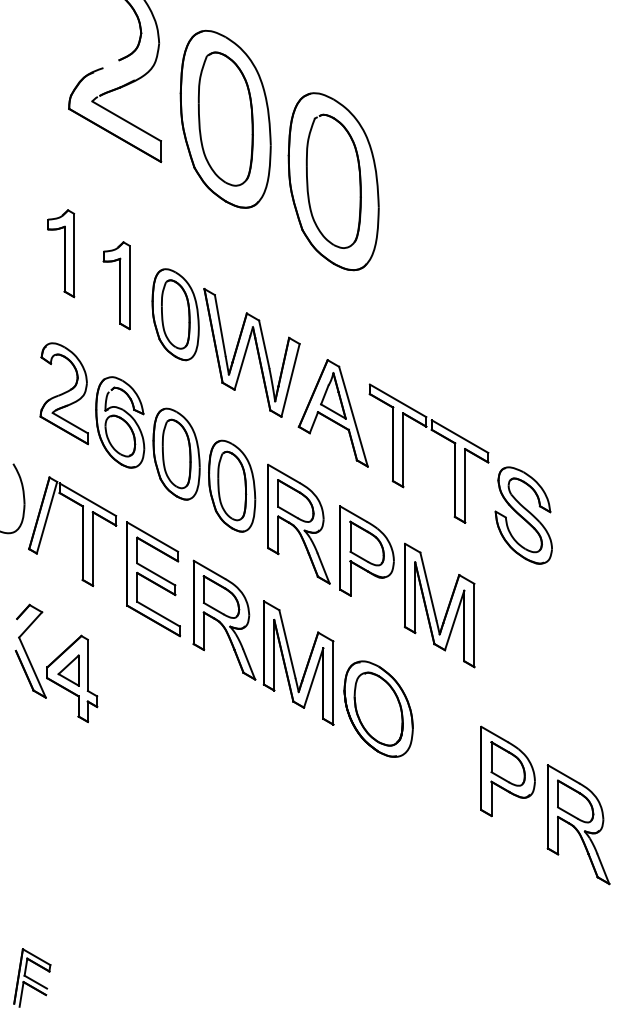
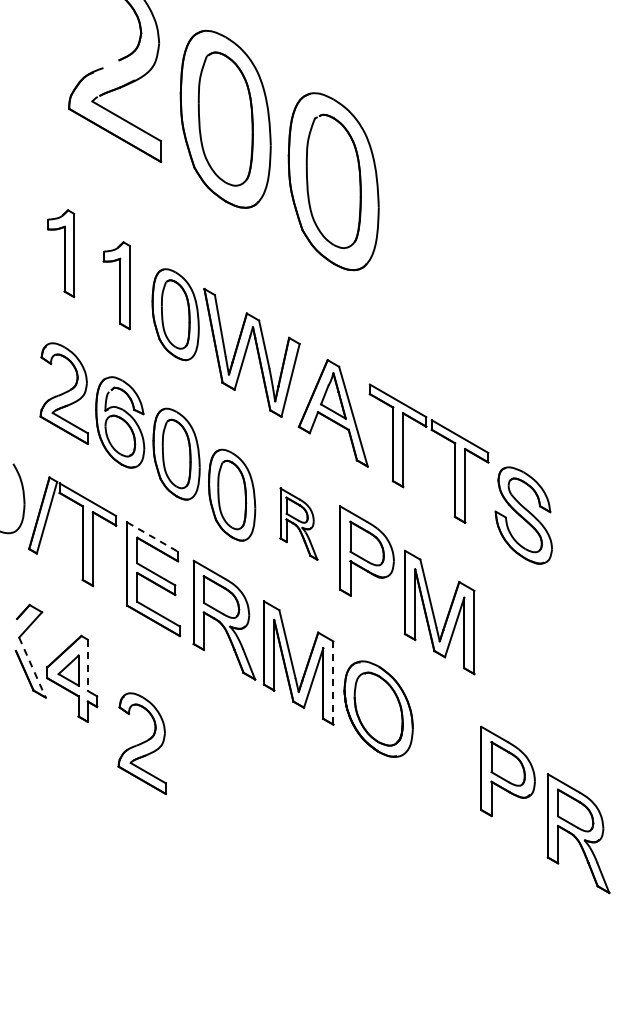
part at (232, 485) position: (232, 485) -> (232, 494)
part at (298, 523) size: 64x122 px -> 40x74 px
line at (153, 537): solid -> dashed
part at (439, 605) position: (439, 605) -> (439, 612)
line at (87, 665): solid -> dashed
line at (32, 667): solid -> dashed
line at (333, 683): solid -> dashed
part at (142, 743): none -> present
part at (578, 824) position: (578, 824) -> (578, 833)
part at (32, 977): present -> none
